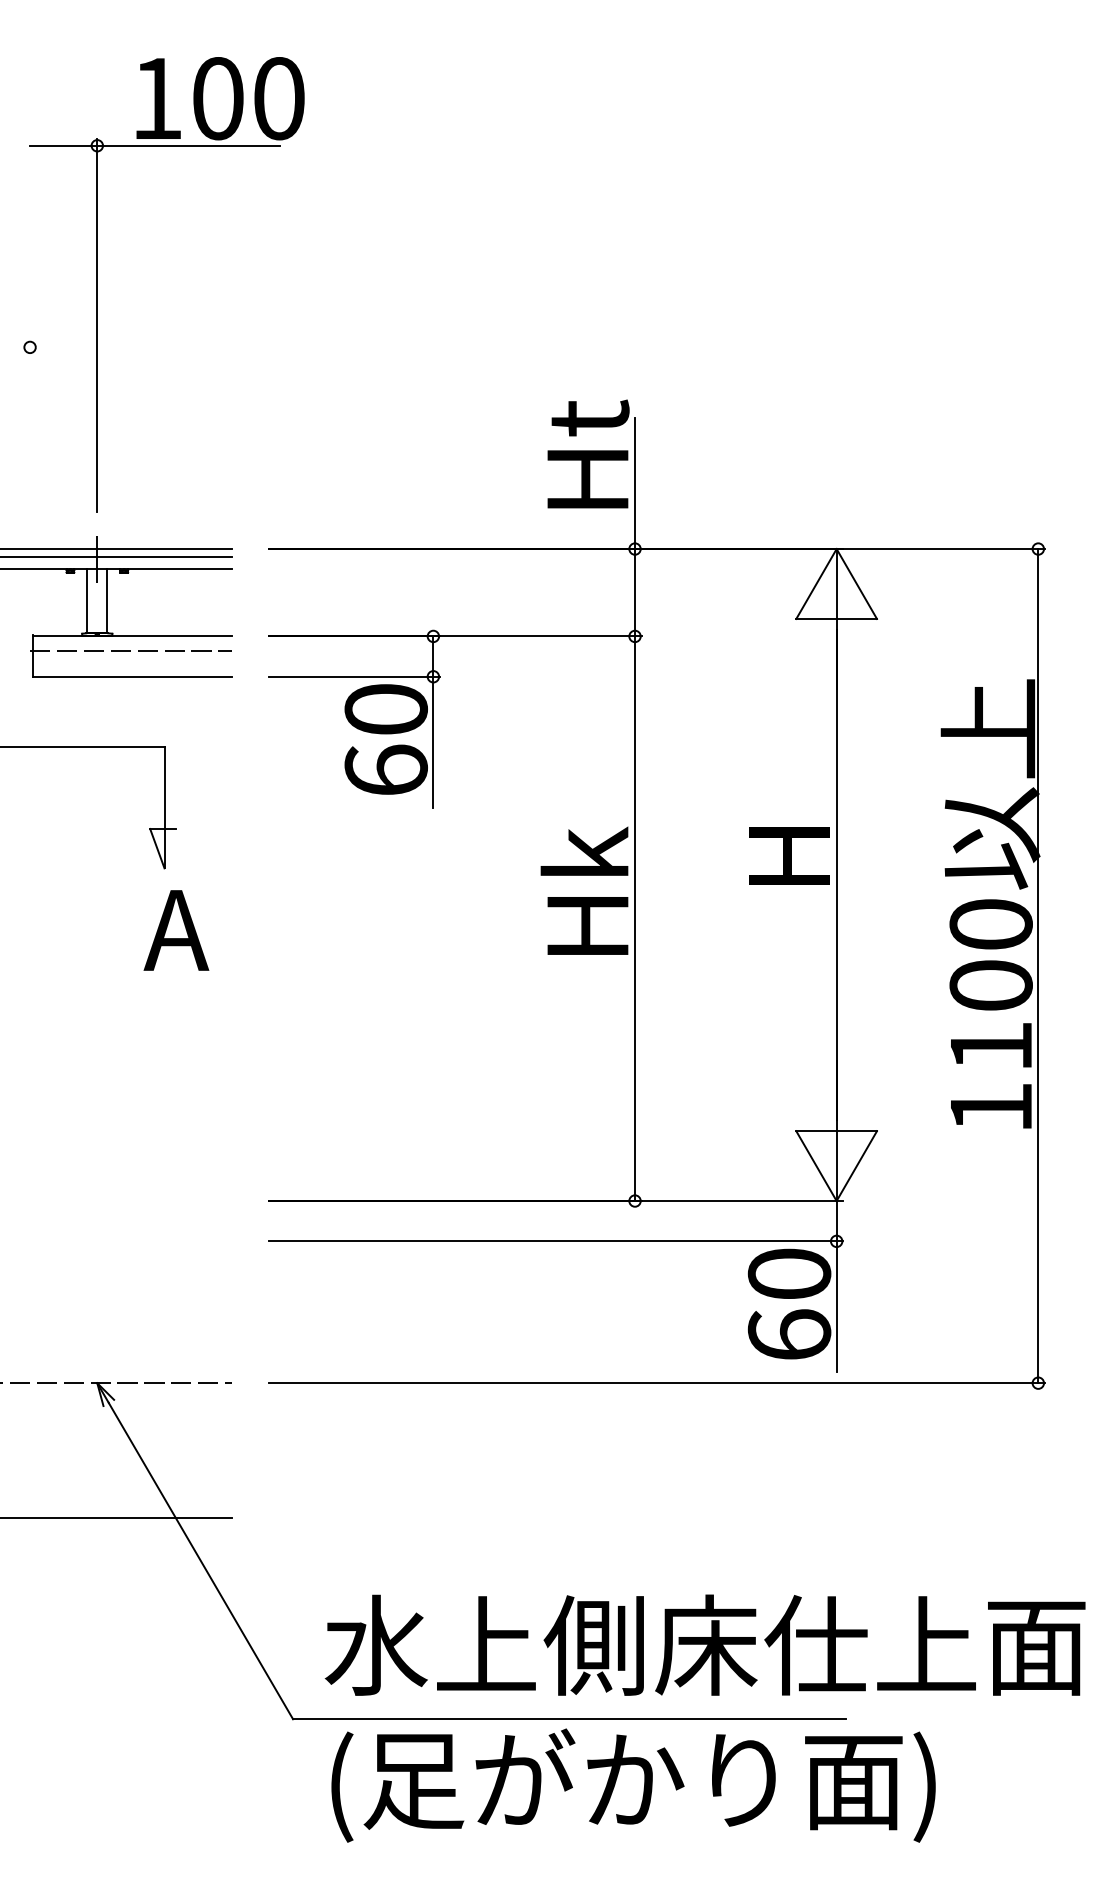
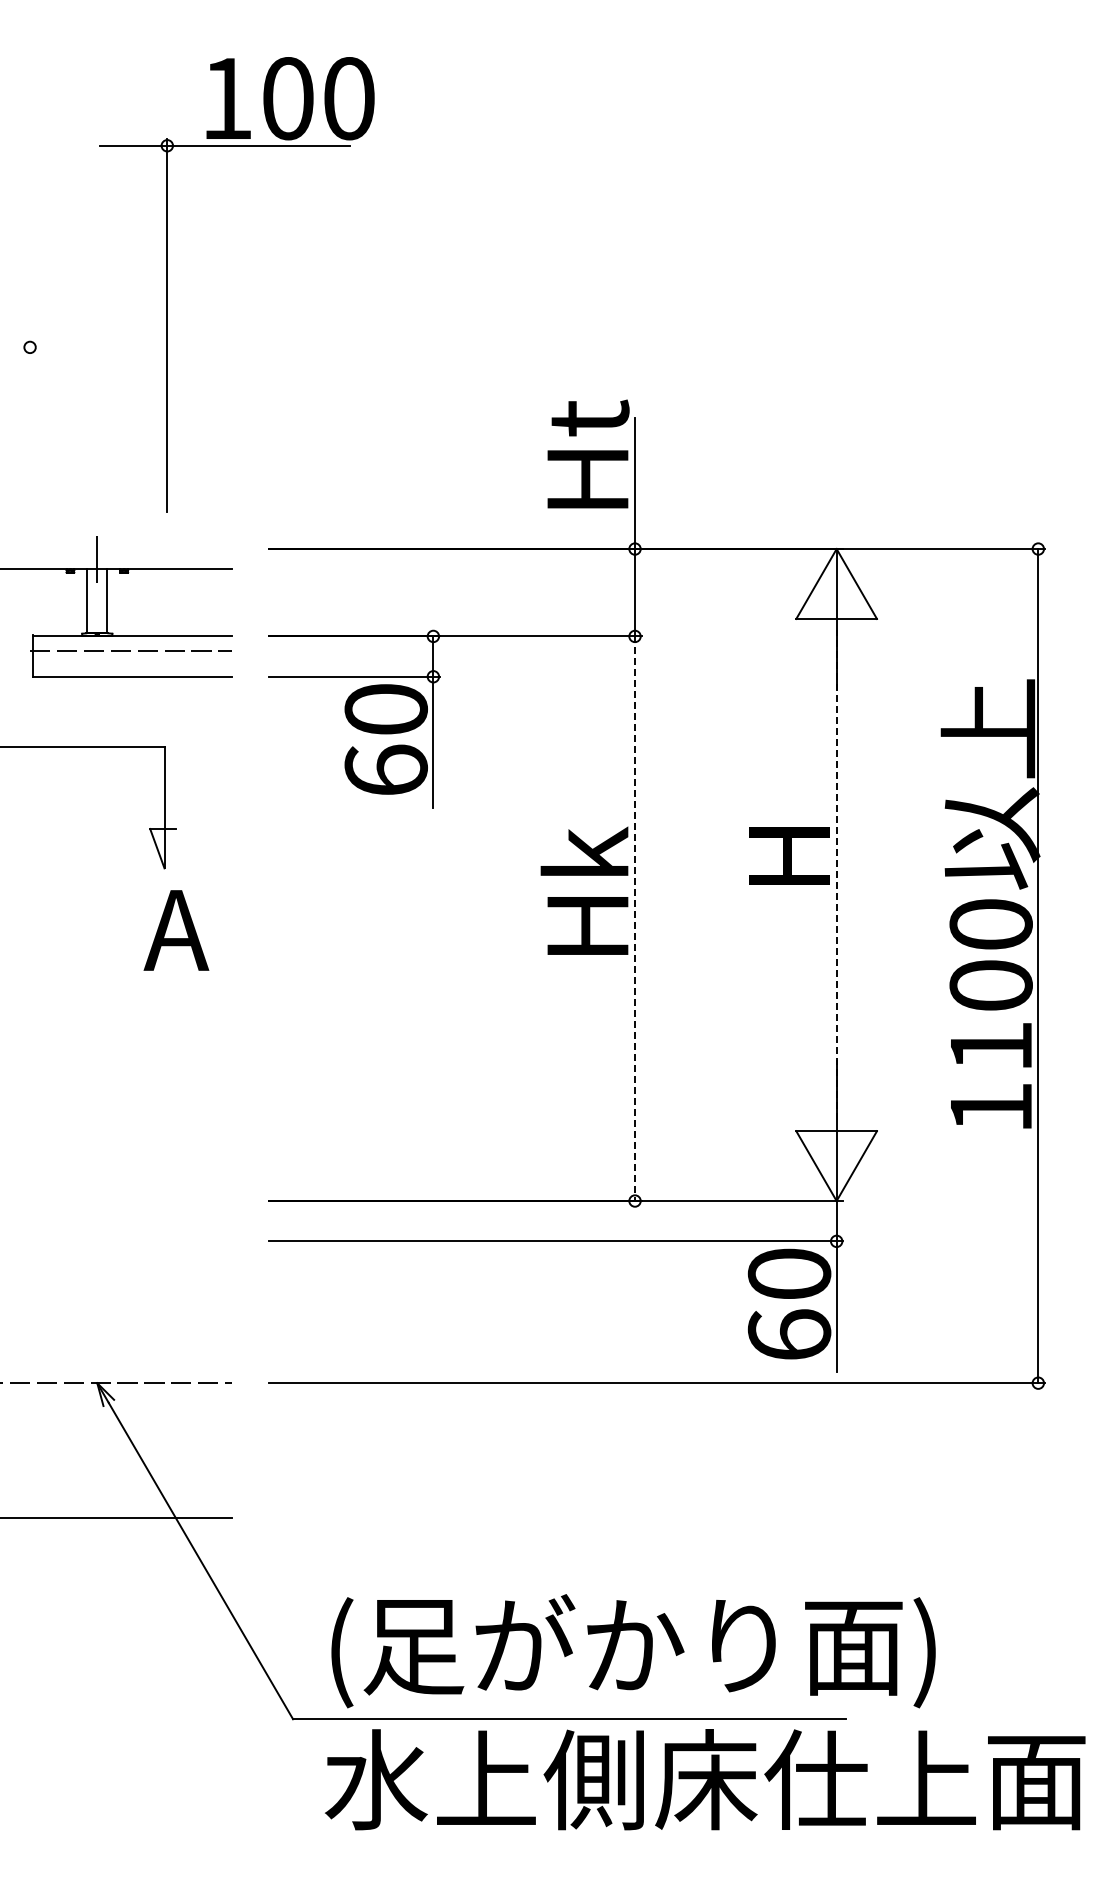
part at (97, 284) position: (97, 284) -> (167, 284)
line at (116, 549): present -> none
line at (116, 557): present -> none
line at (836, 874): solid -> dashed
line at (635, 919): solid -> dashed
text at (704, 1651): 水上側床仕上面 -> (足がかり面)
text at (704, 1785): (足がかり面) -> 水上側床仕上面
